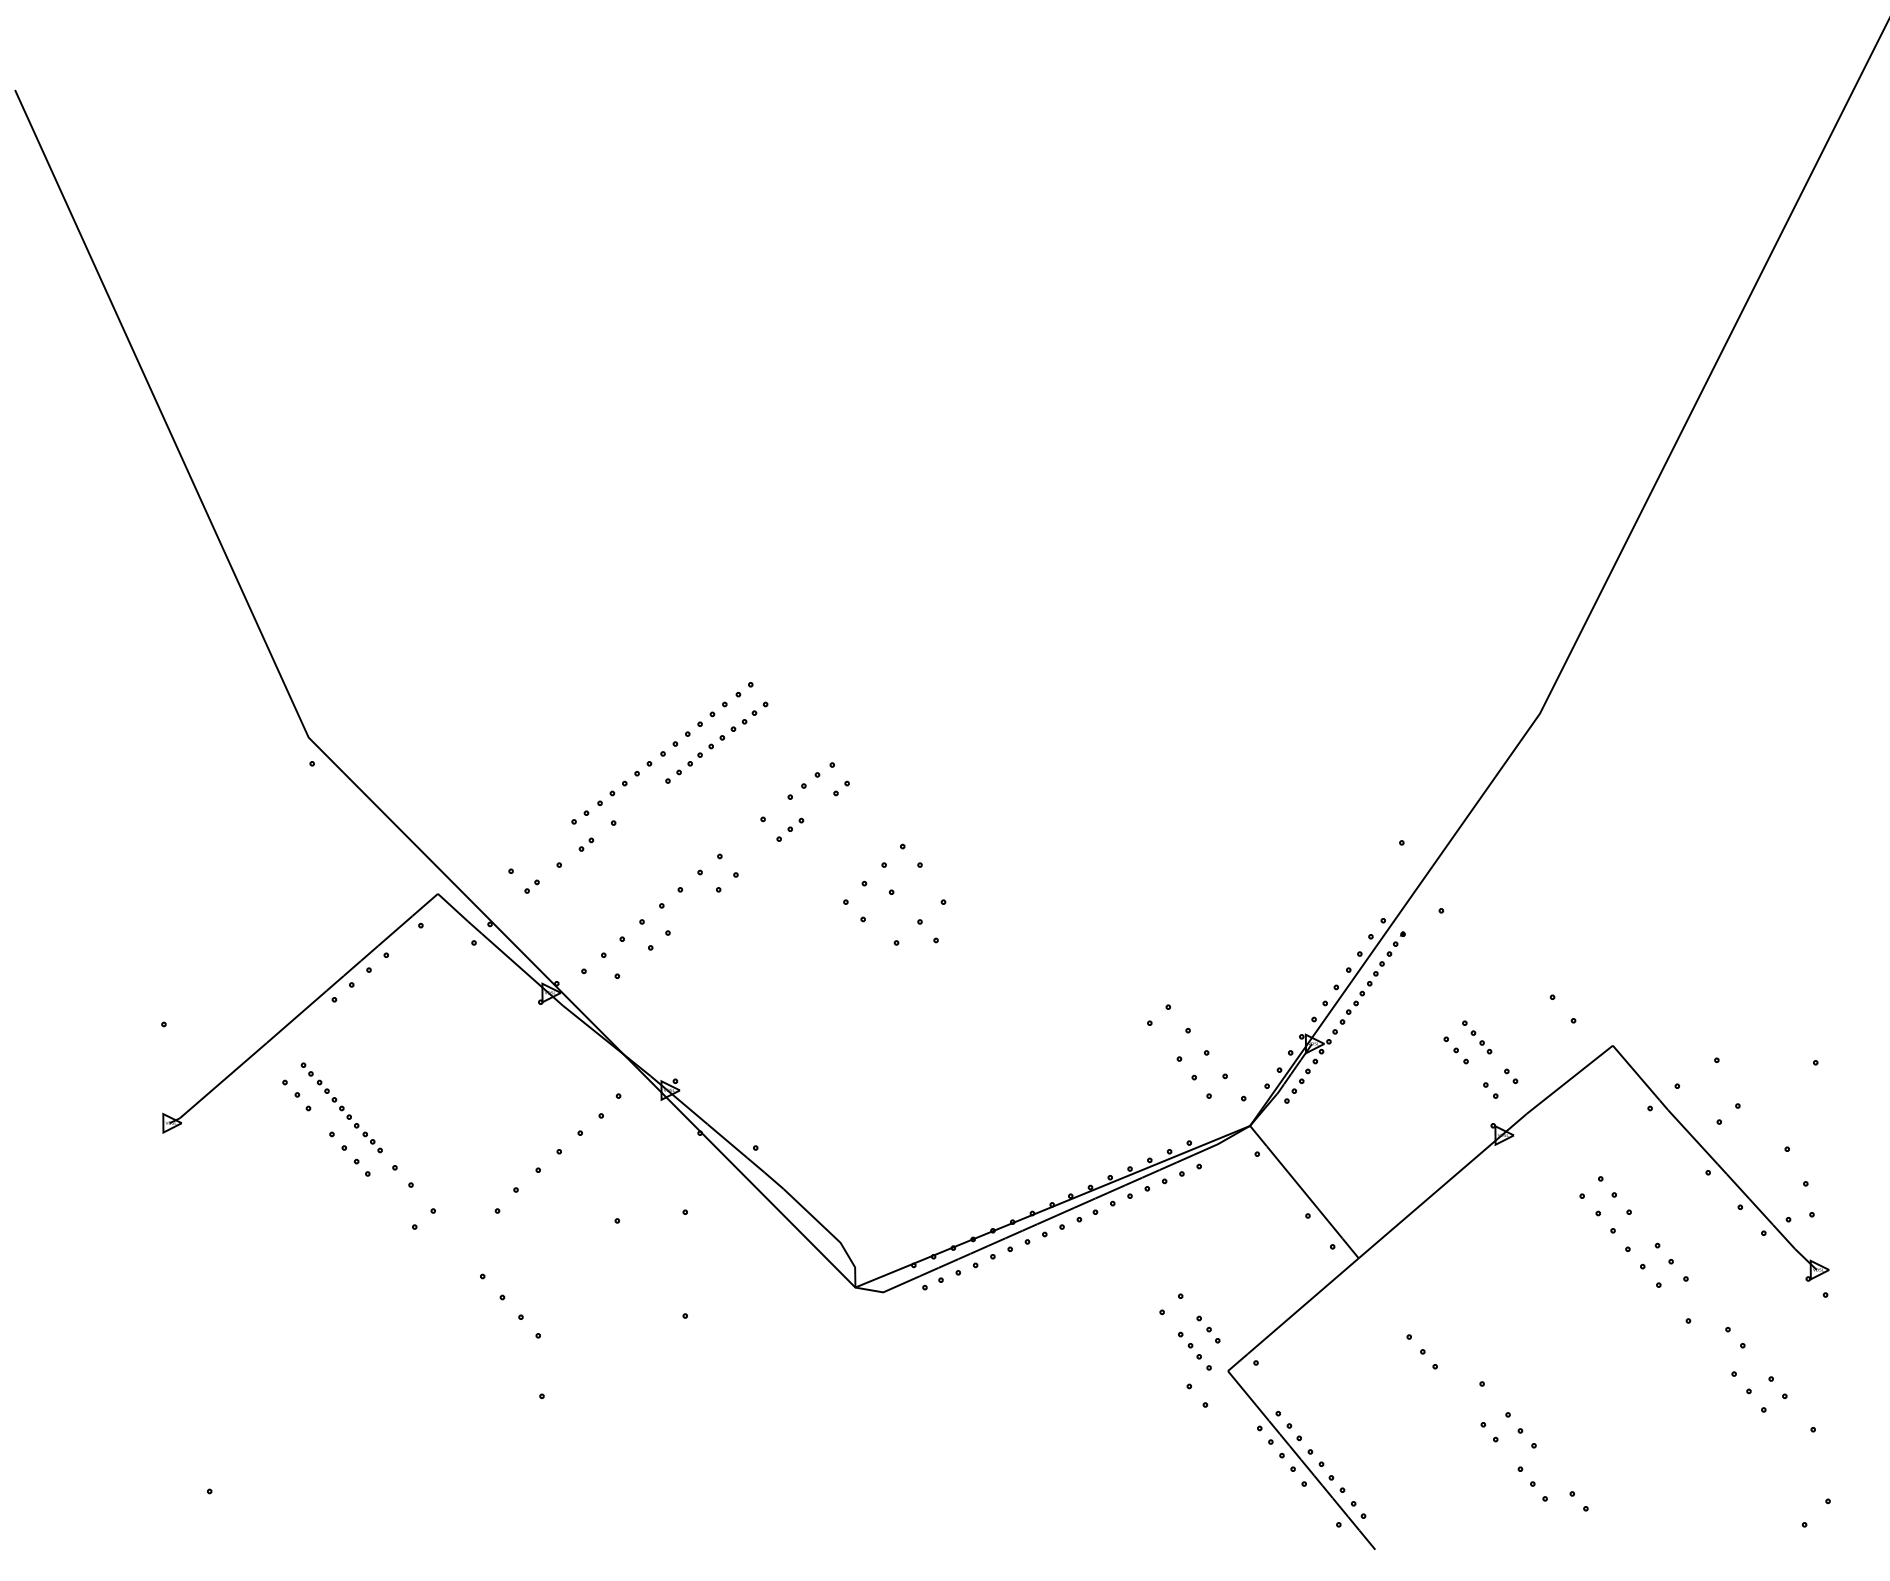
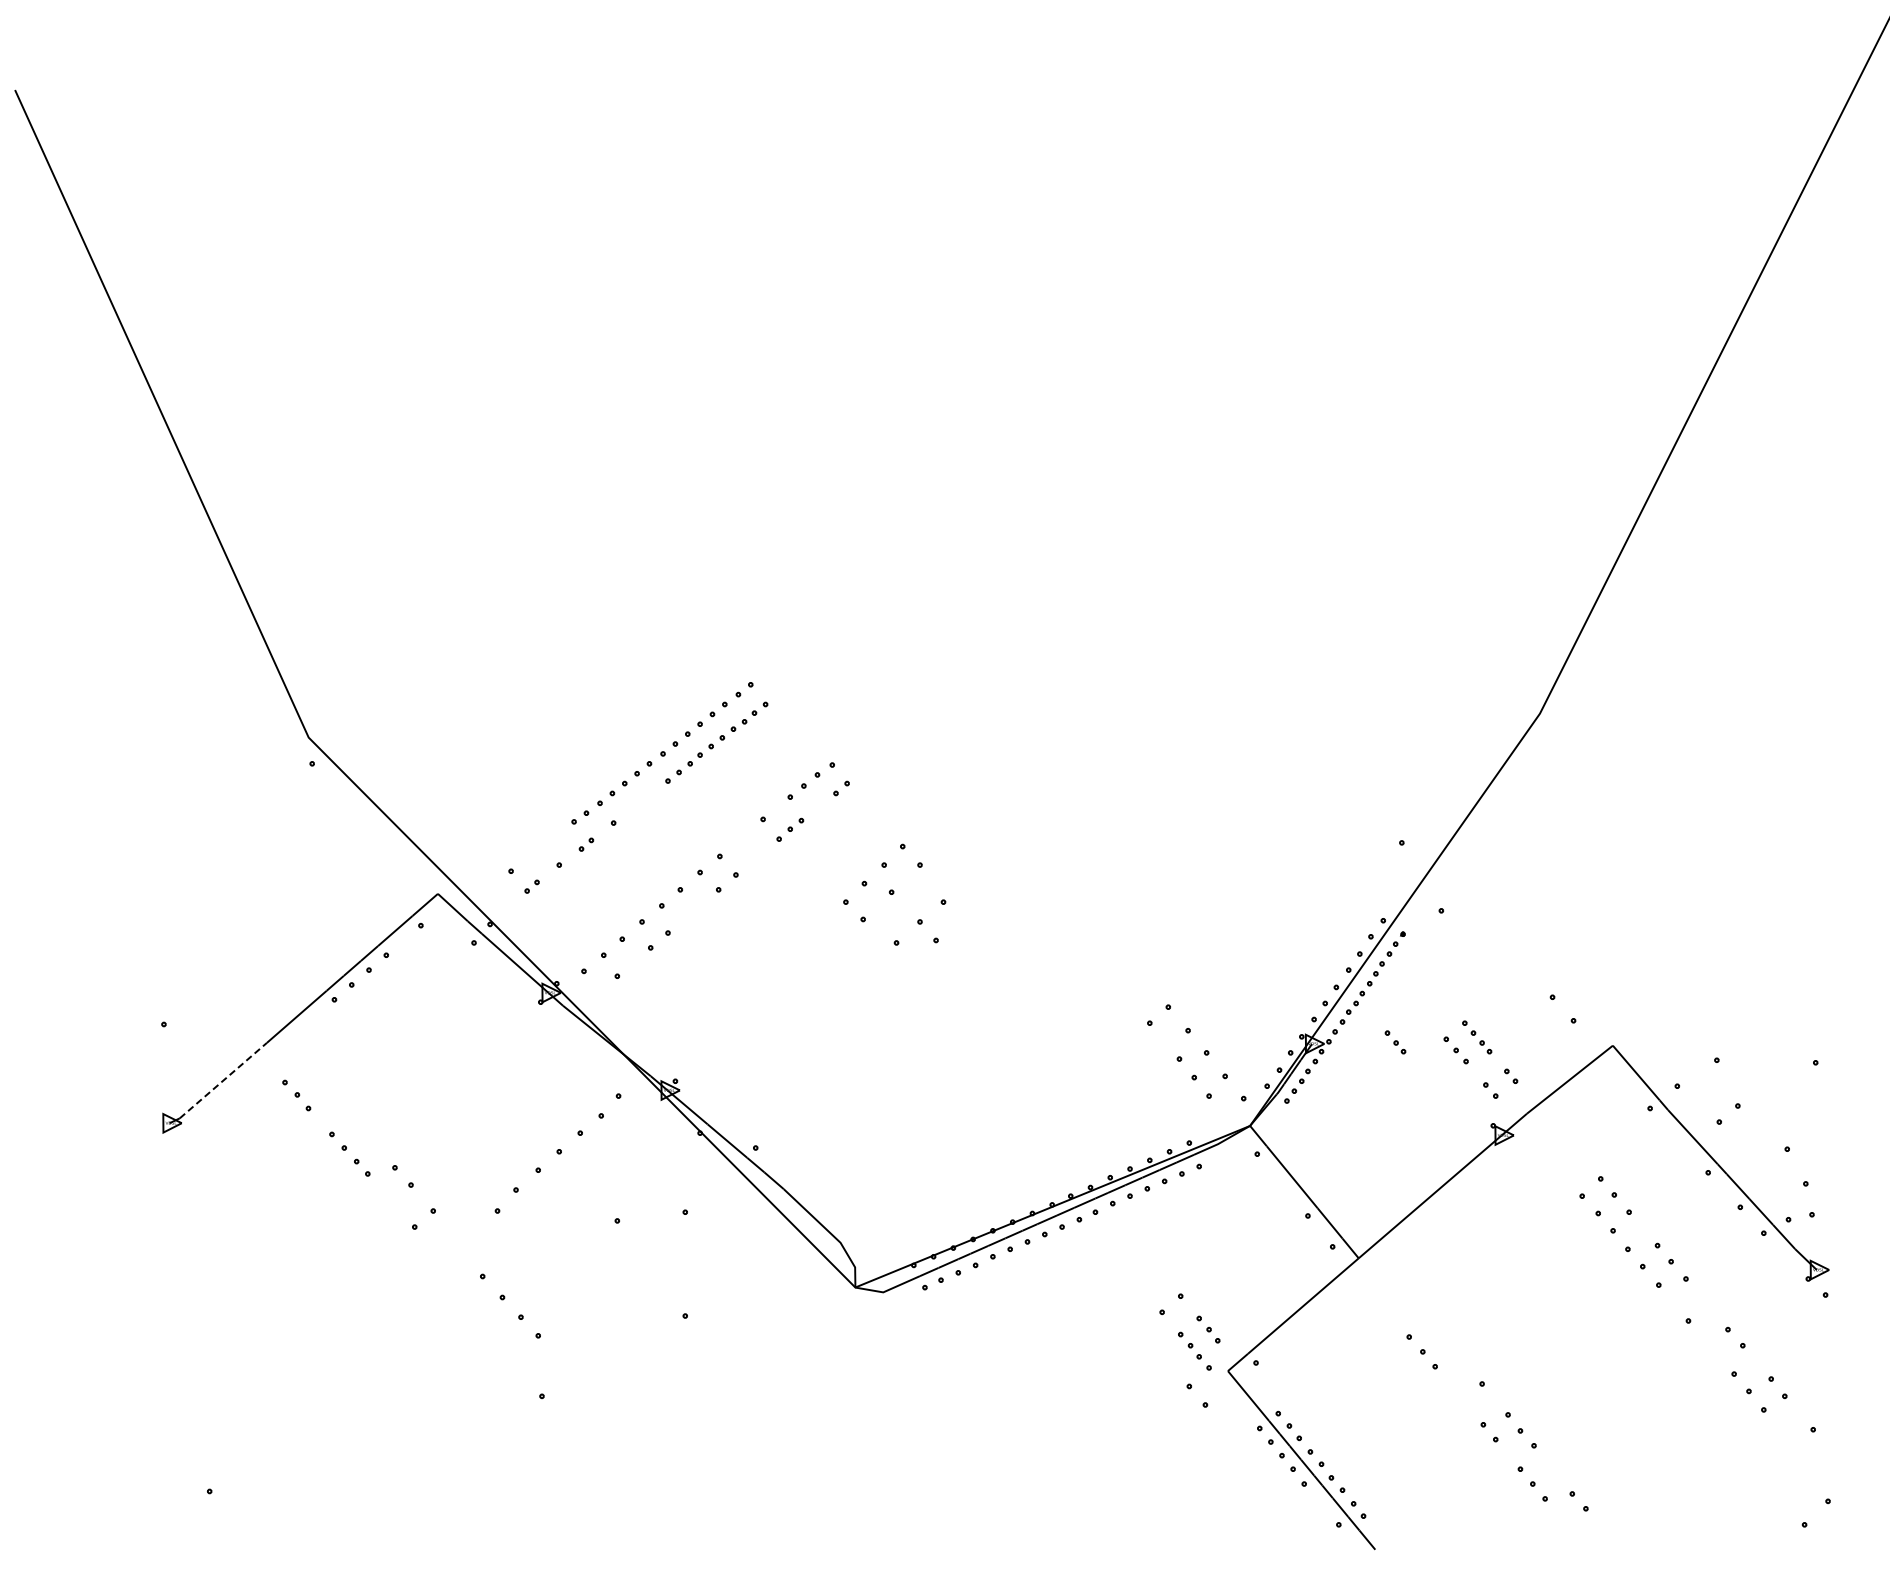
part at (1395, 1042): none -> present
line at (223, 1080): solid -> dashed
part at (341, 1107): present -> none
